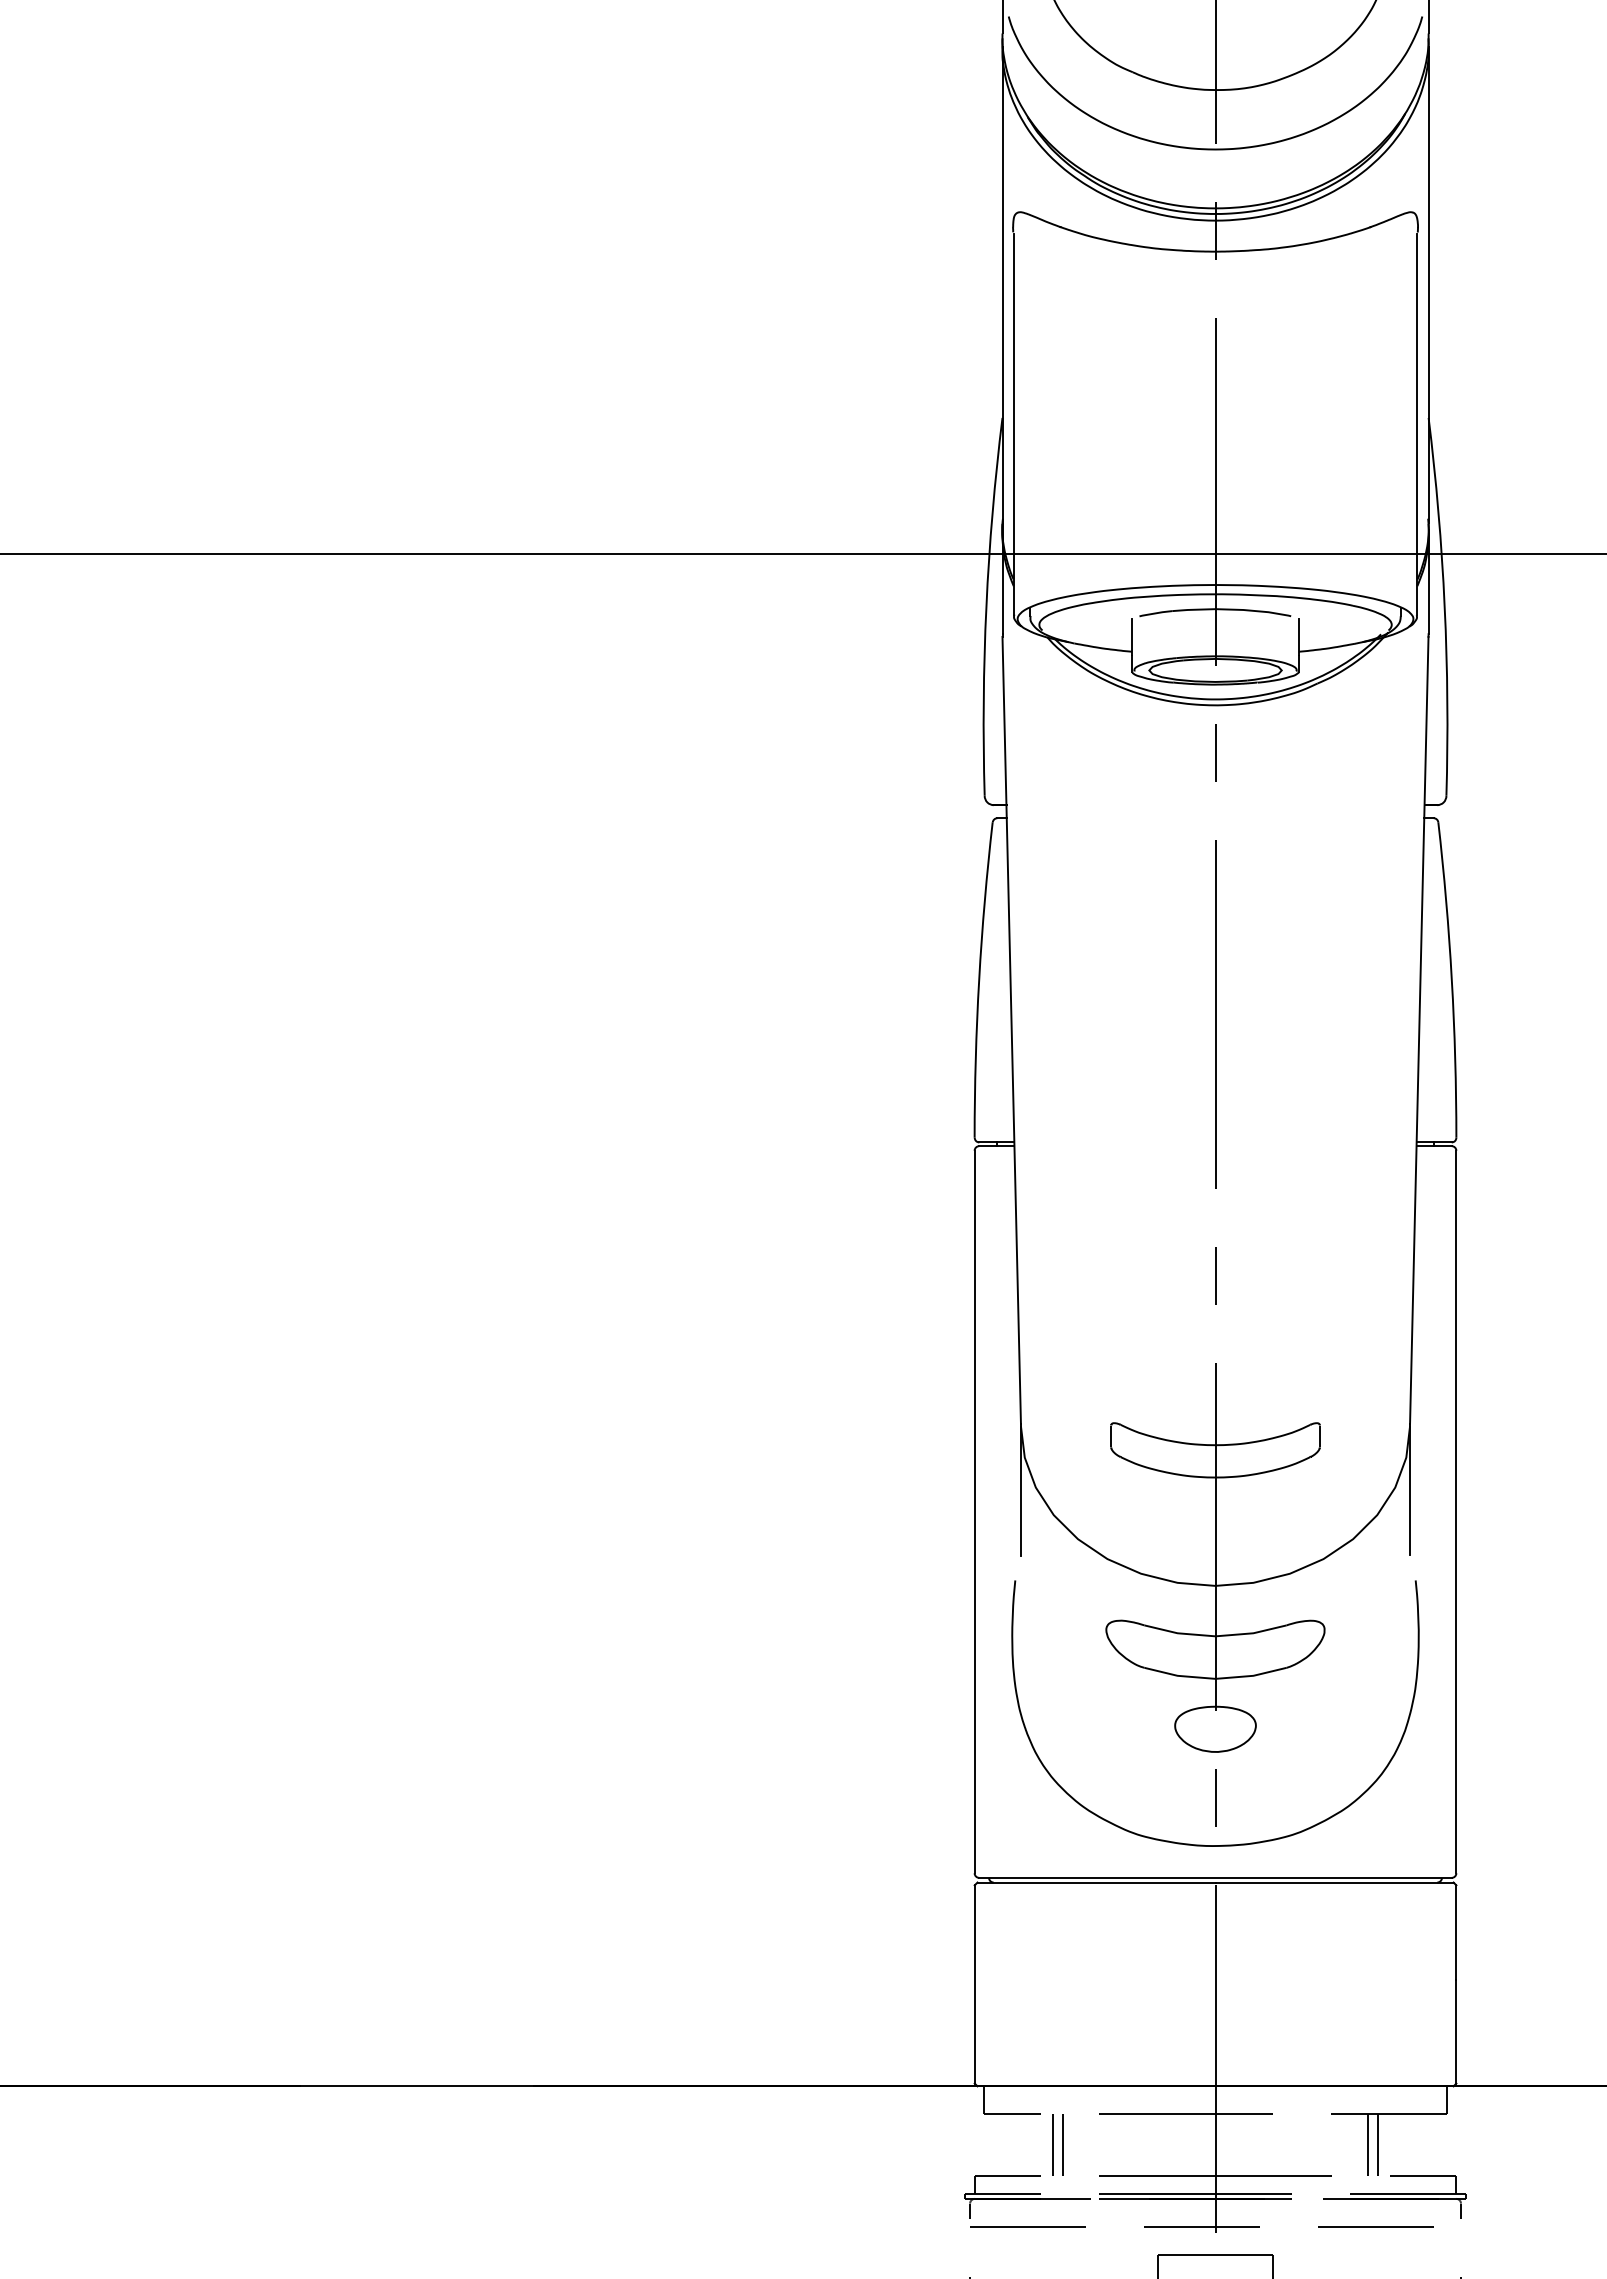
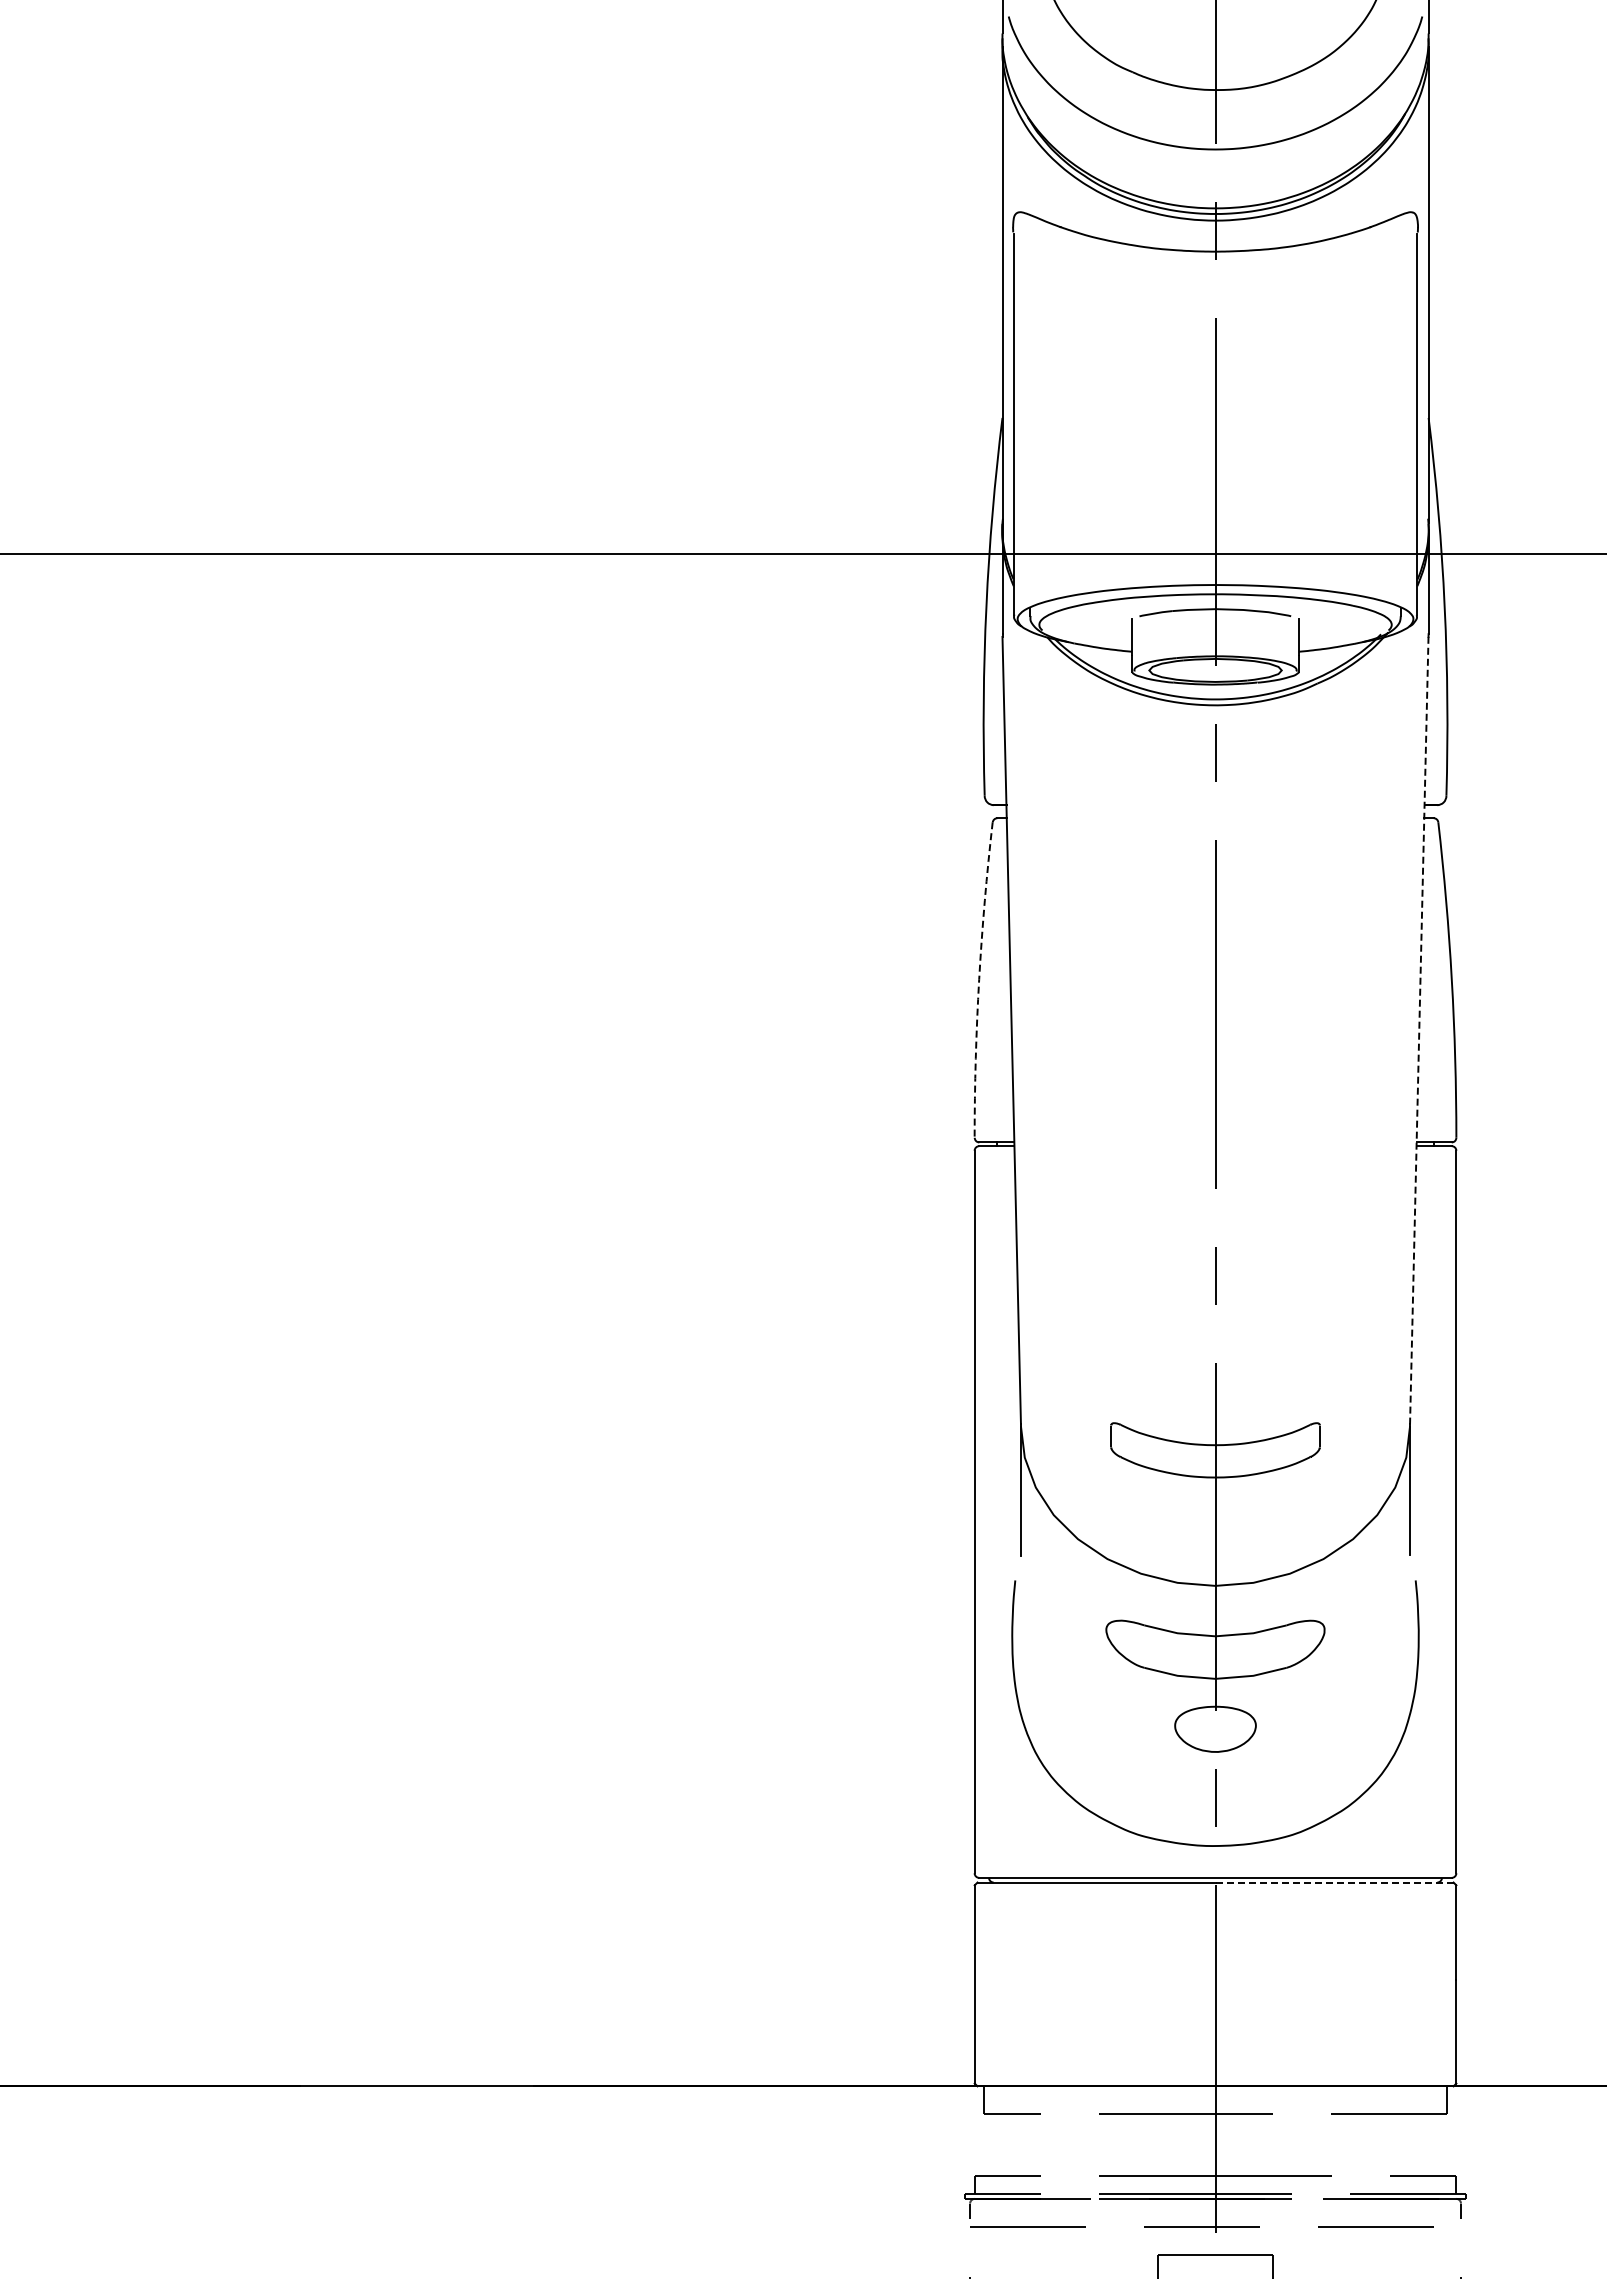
arc at (979, 979): solid -> dashed
line at (1419, 1030): solid -> dashed
line at (1334, 1882): solid -> dashed
line at (1052, 2144): present -> none
line at (1062, 2144): present -> none
line at (1368, 2144): present -> none
line at (1377, 2144): present -> none
